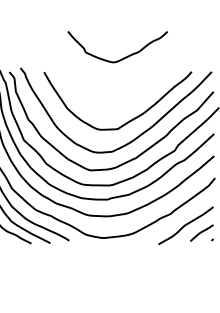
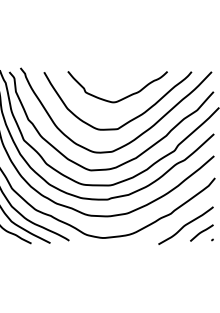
curve at (123, 57) position: (123, 57) -> (123, 97)
